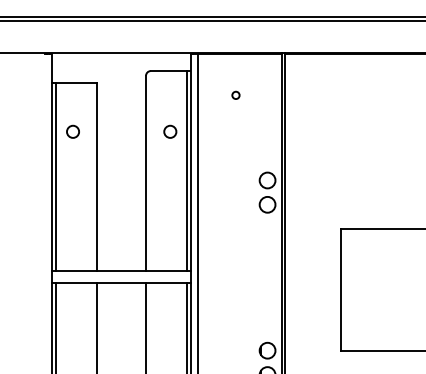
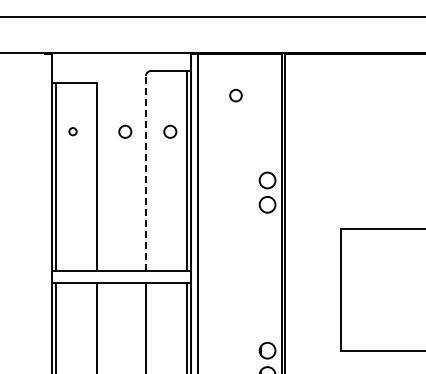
line at (212, 20): present -> none
circle at (235, 94) size: 10x10 px -> 14x15 px
circle at (72, 131) size: 14x15 px -> 10x10 px
circle at (125, 131): none -> present
line at (146, 173): solid -> dashed
